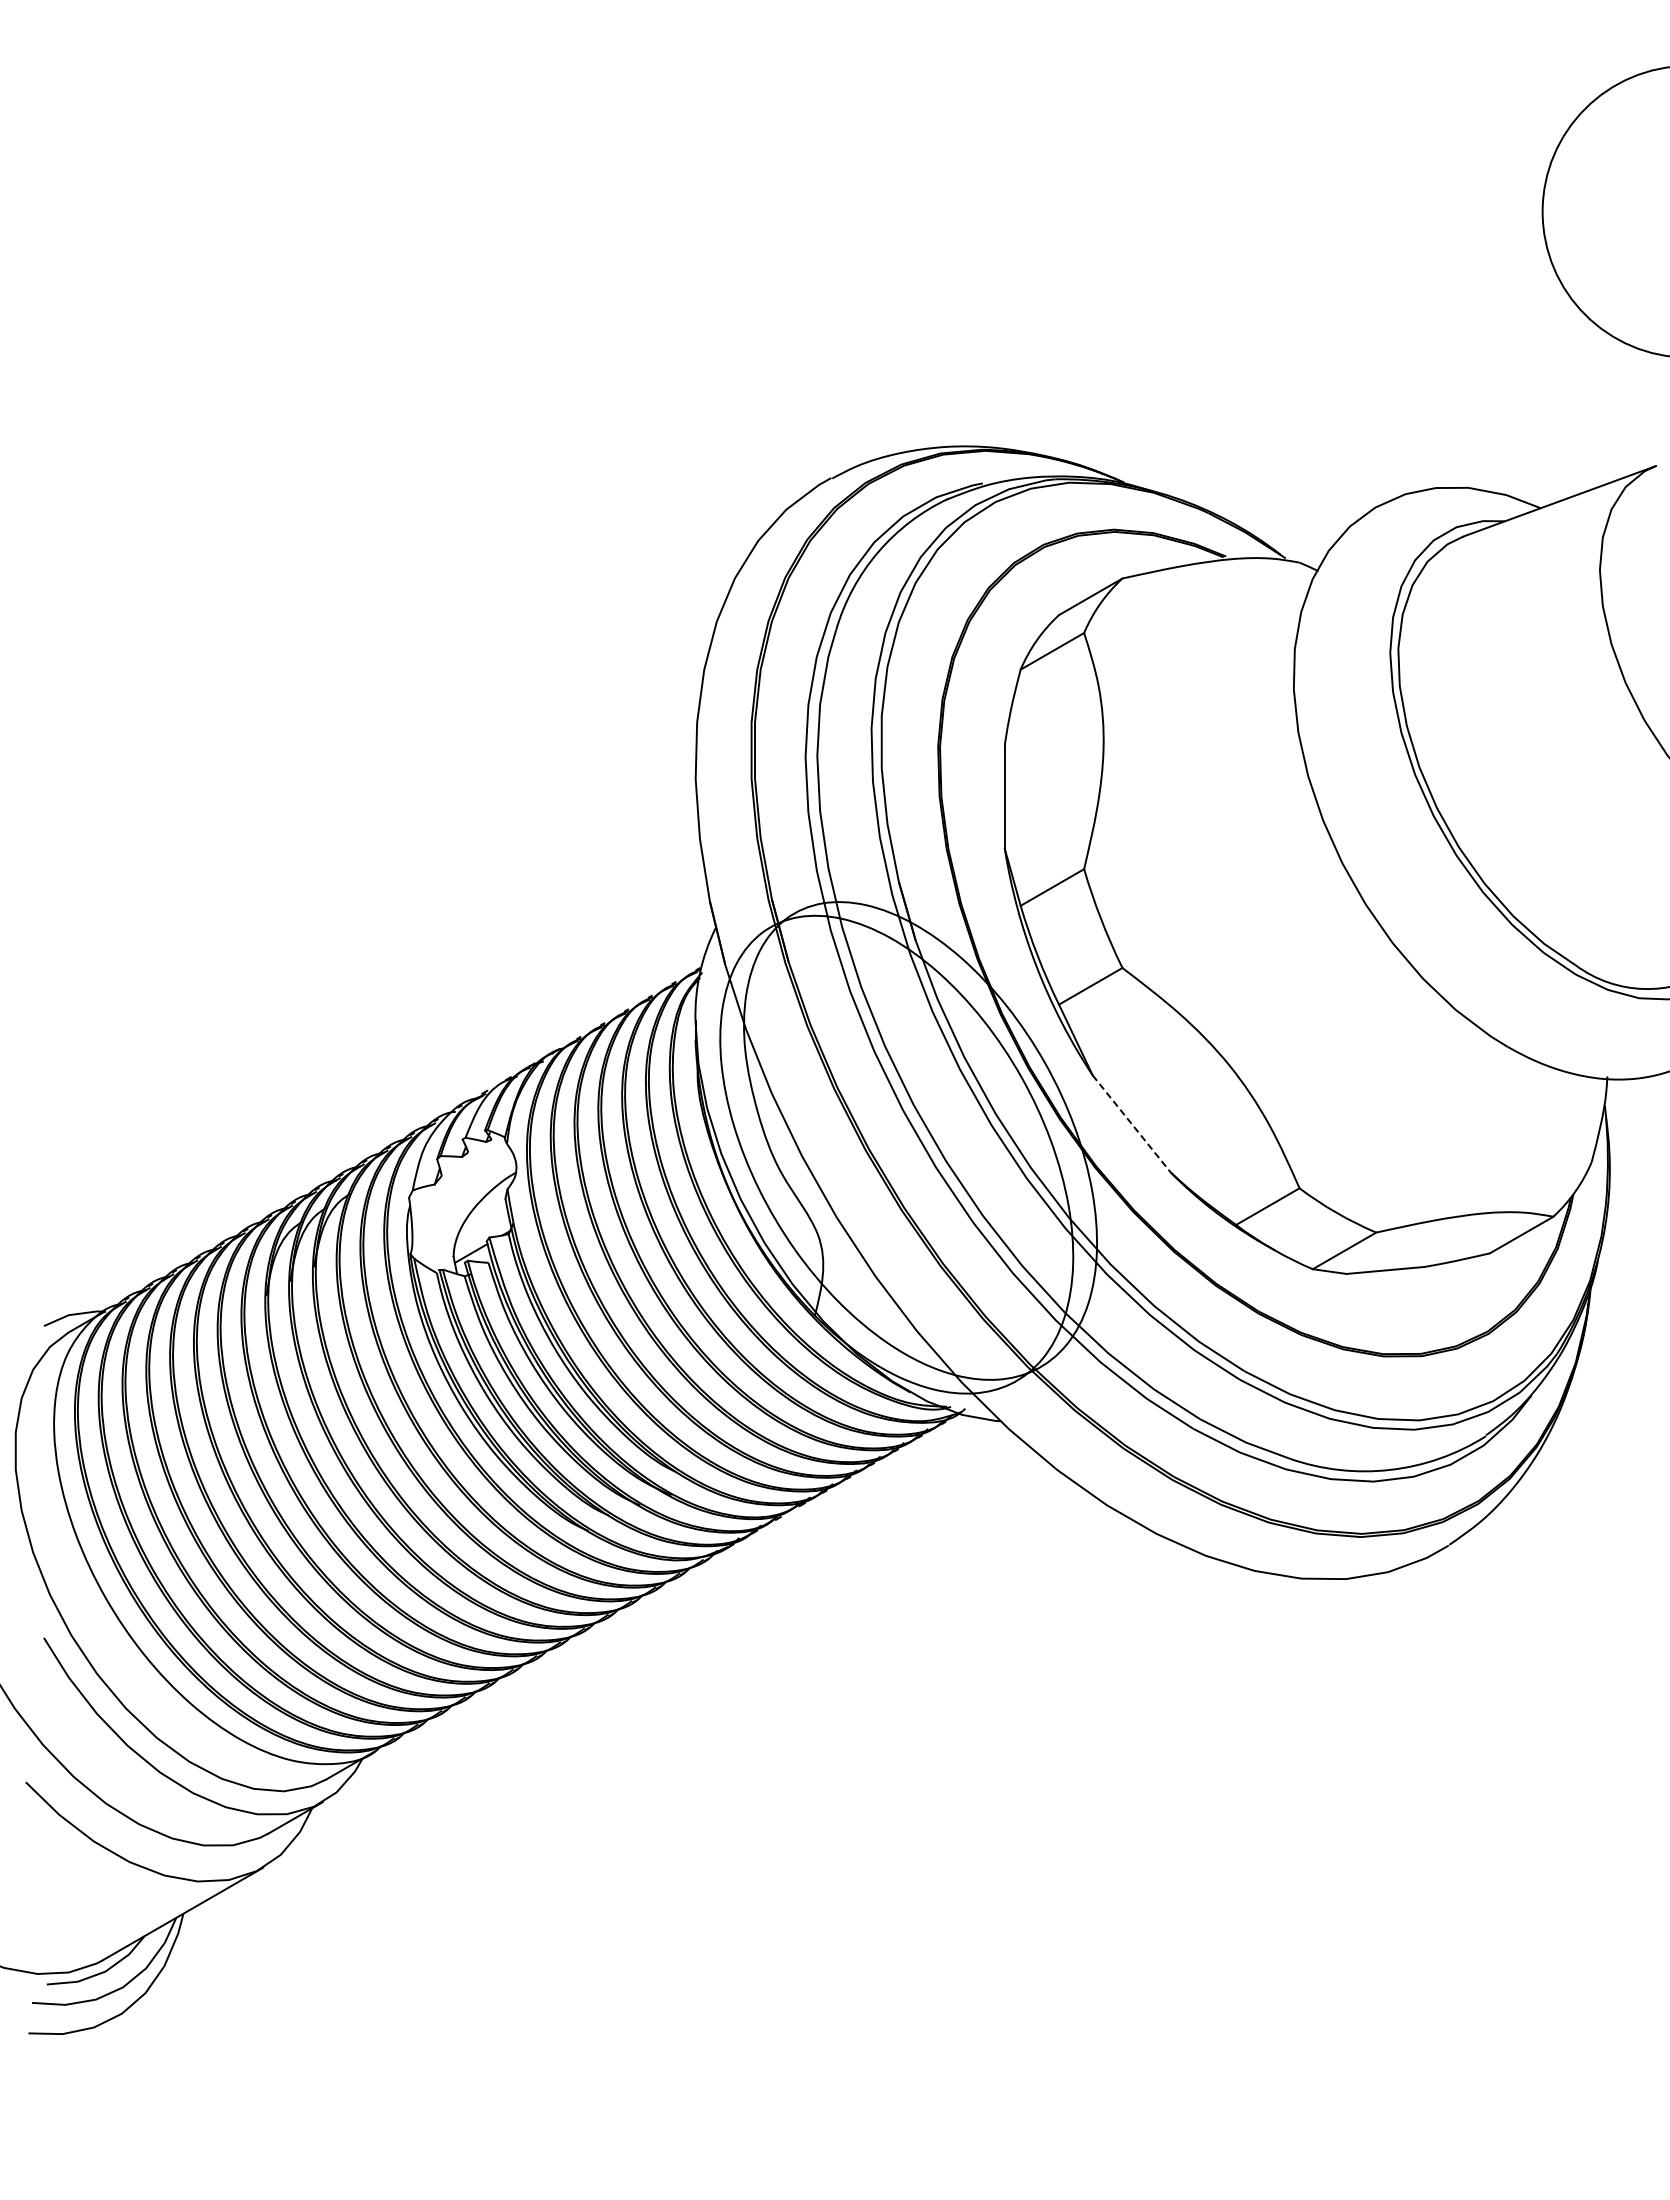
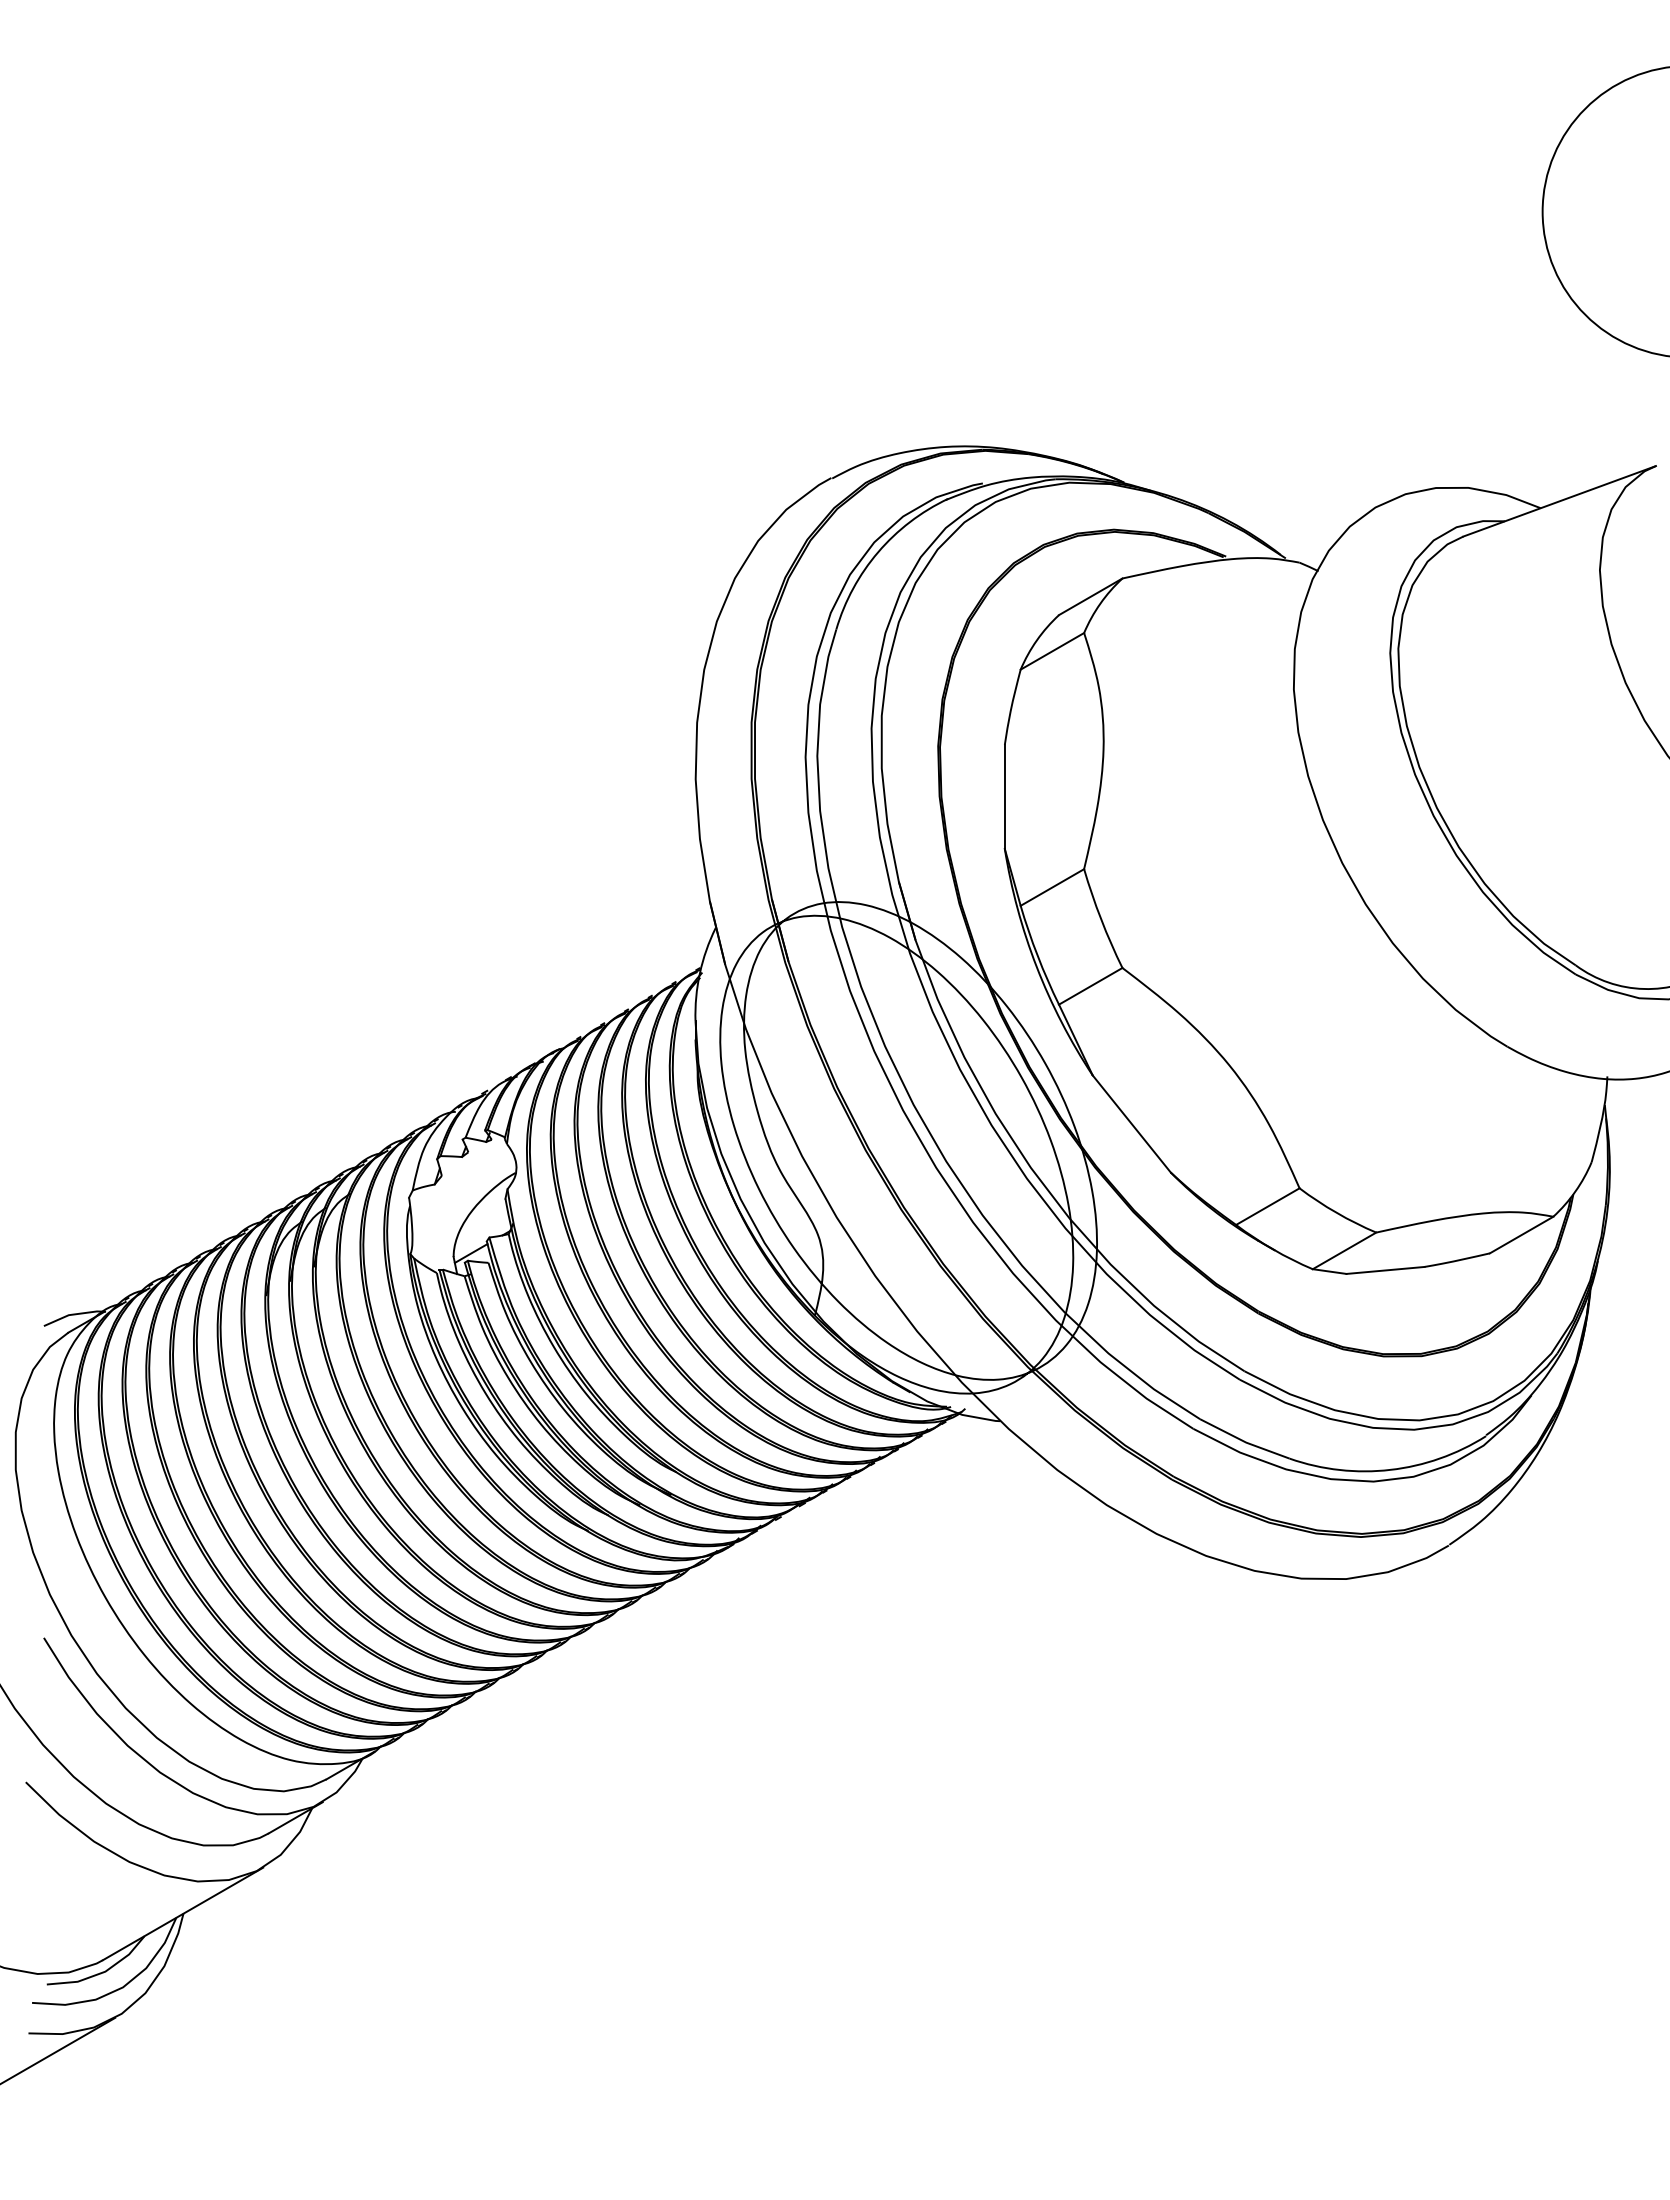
line at (1132, 1124): dashed -> solid
line at (58, 2049): none -> present
